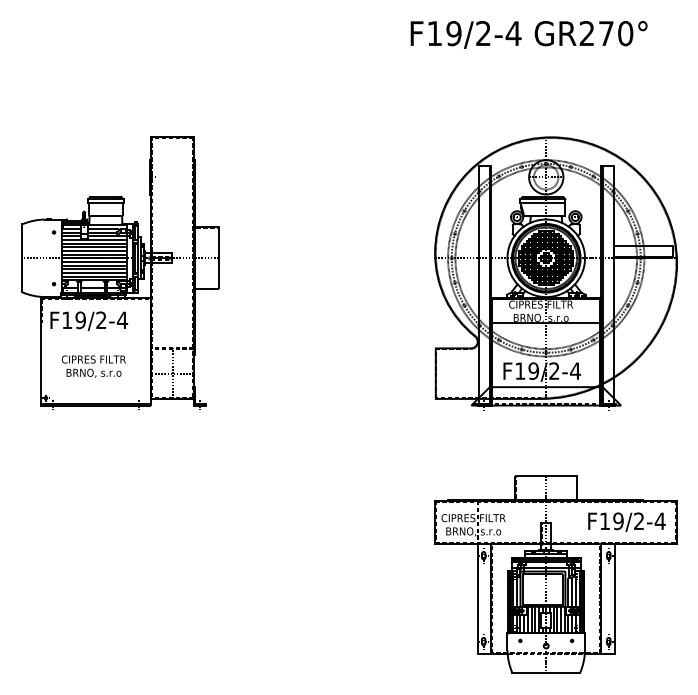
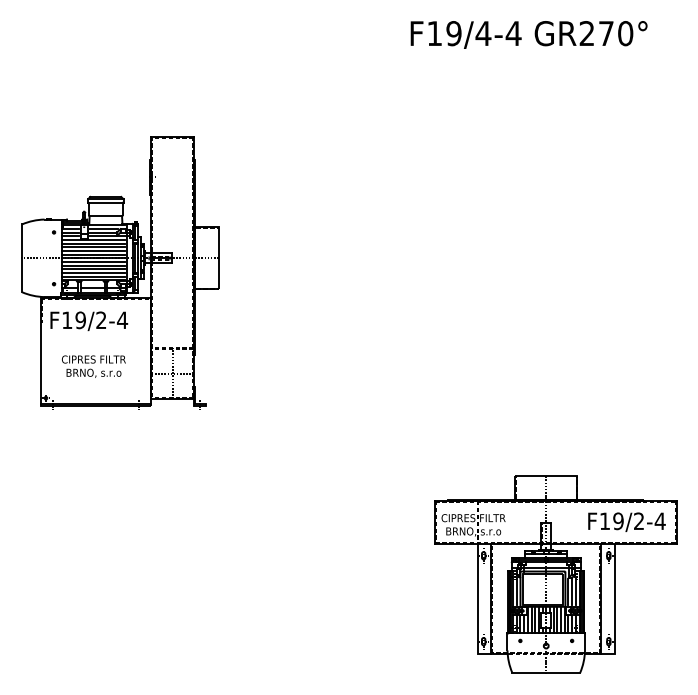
text at (483, 33): F19/2-4 -> F19/4-4
part at (555, 273): present -> none
